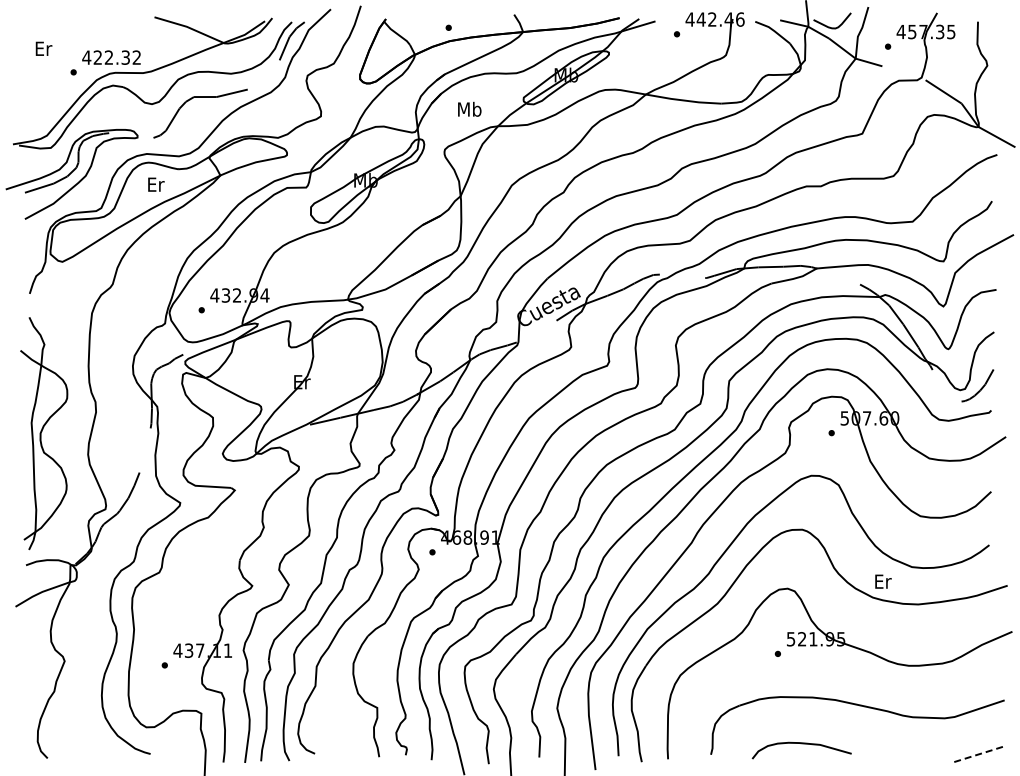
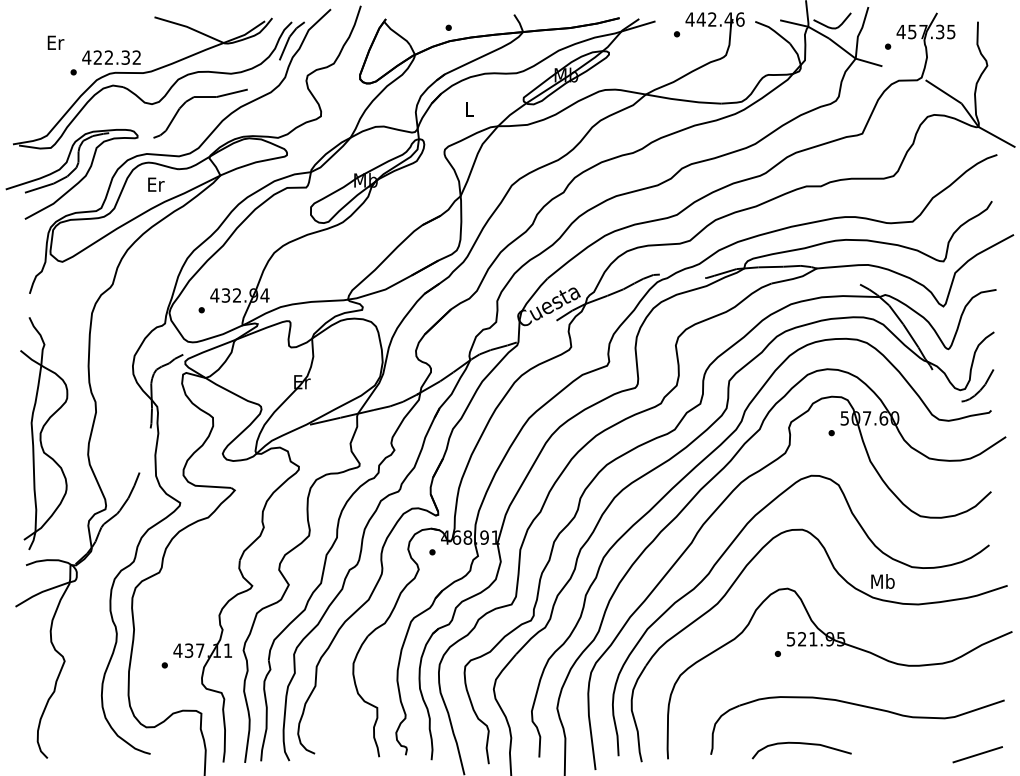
text at (43, 48) position: (43, 48) -> (55, 42)
text at (469, 108): Mb -> L
text at (882, 581): Er -> Mb
line at (977, 754): dashed -> solid
